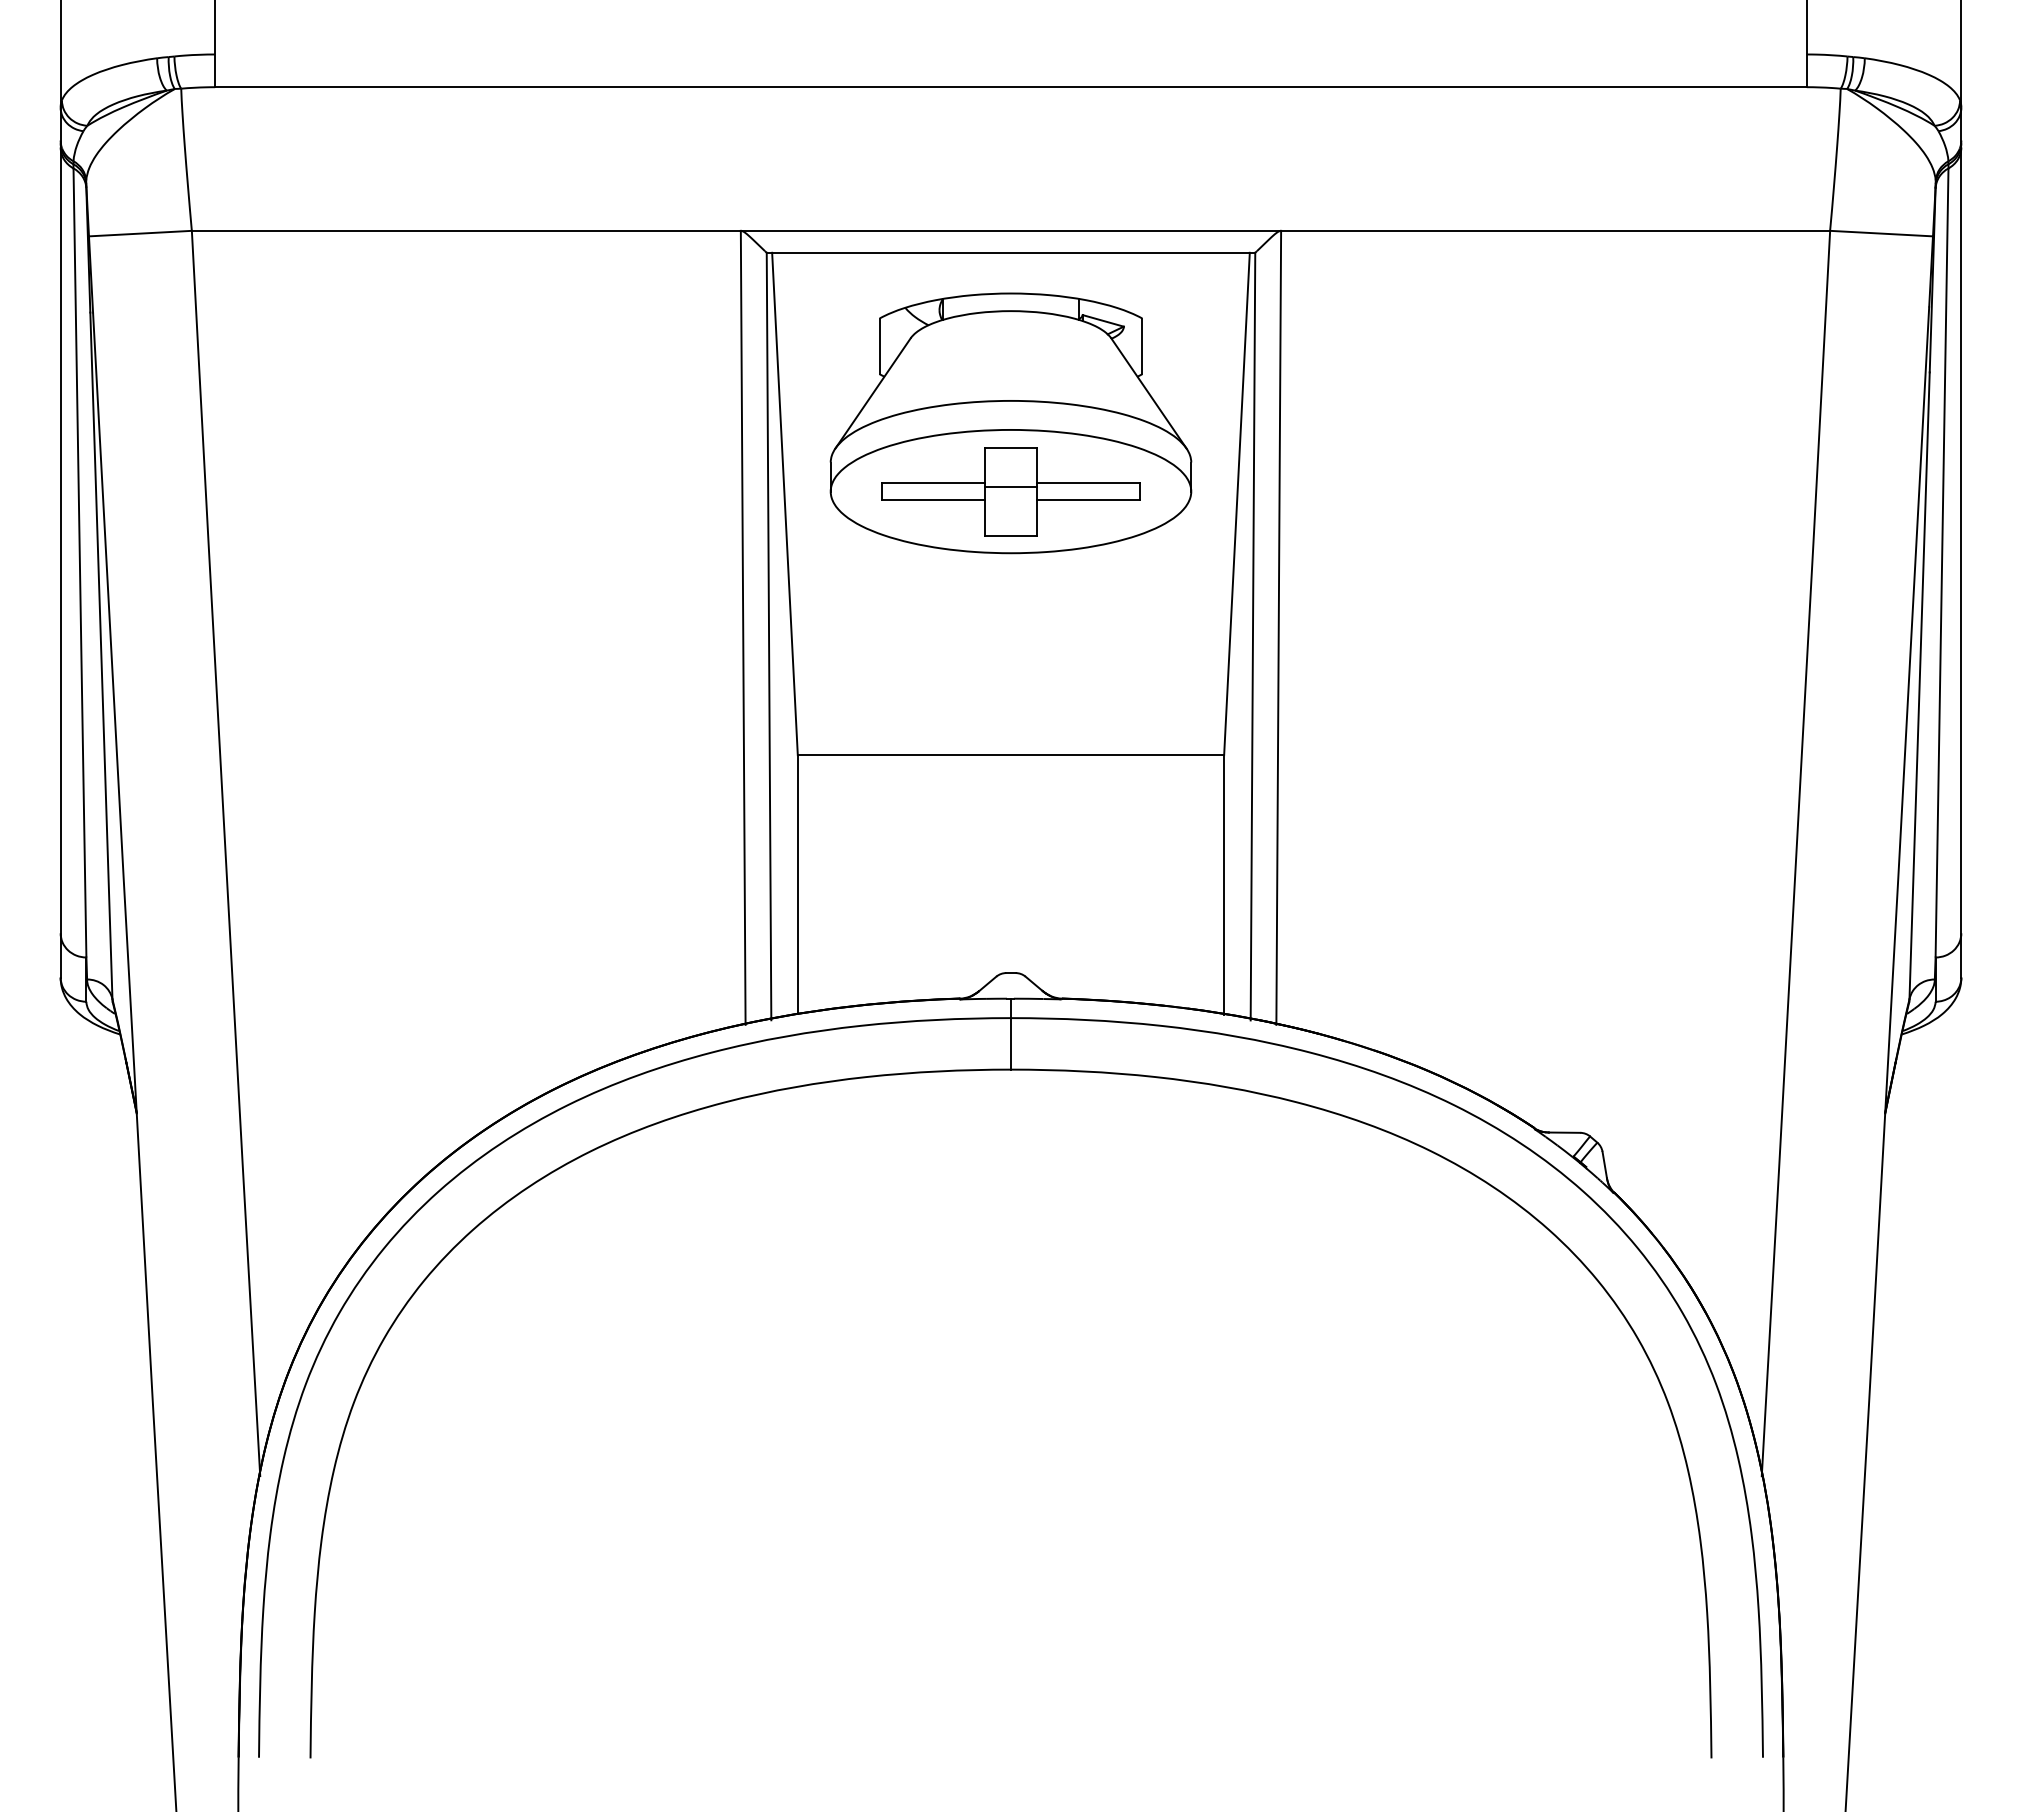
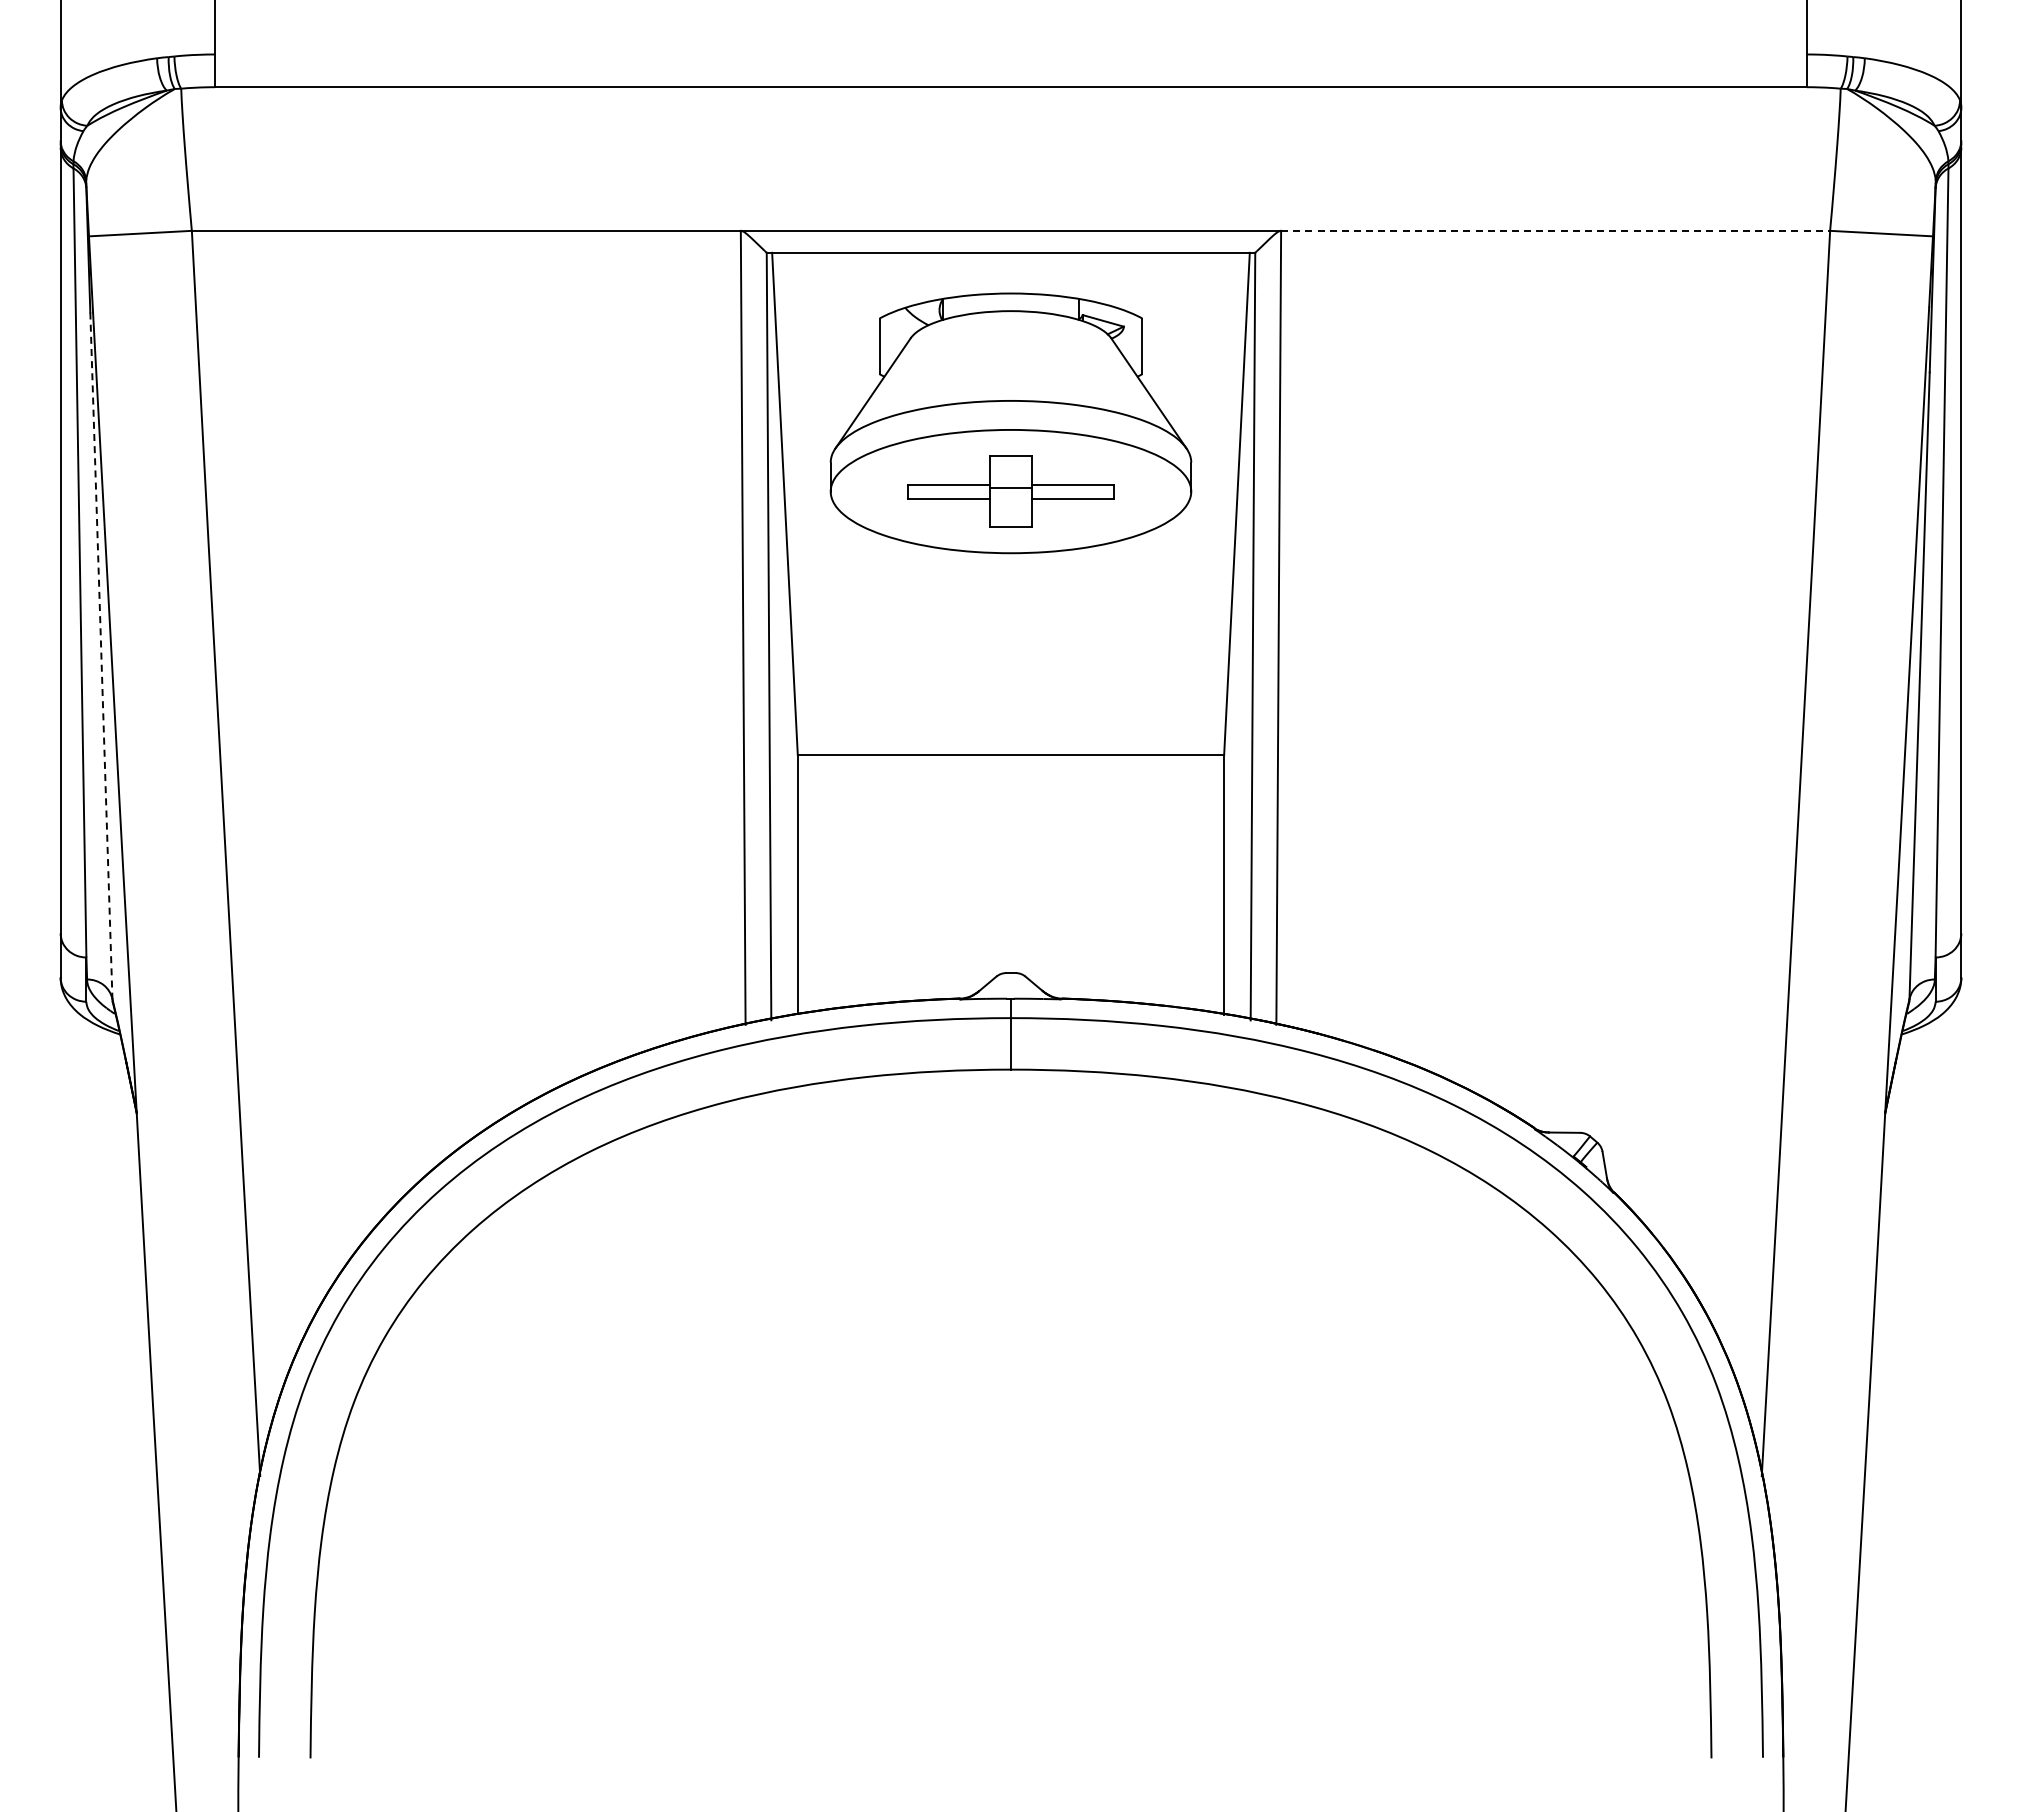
line at (1556, 230): solid -> dashed
part at (1010, 491) size: 260x90 px -> 208x73 px
line at (101, 655): solid -> dashed
